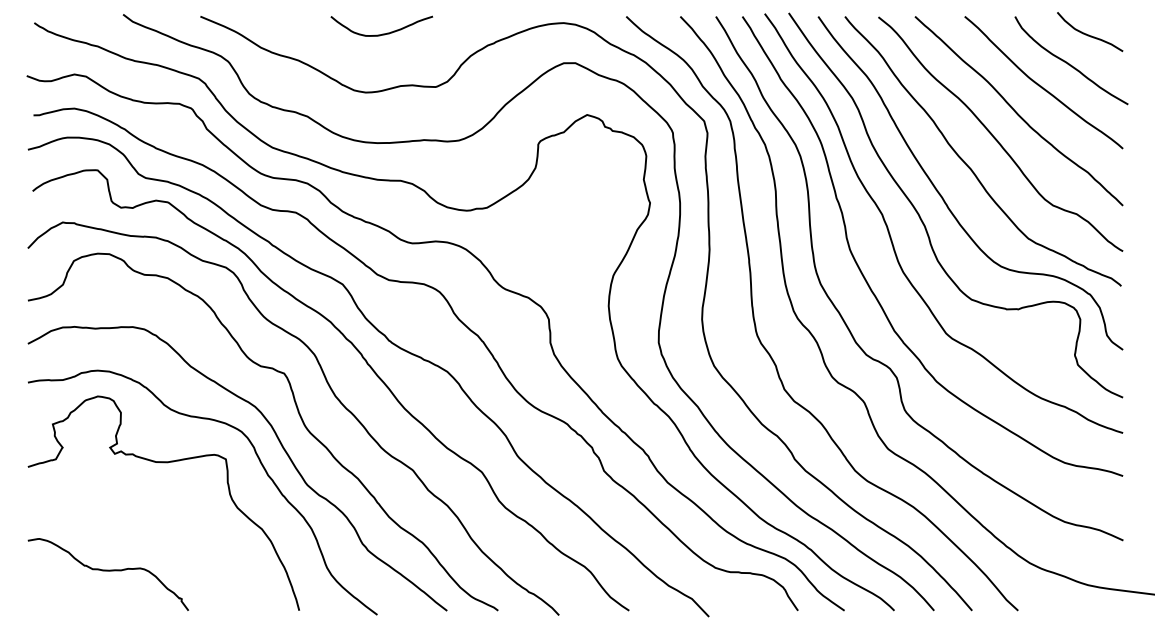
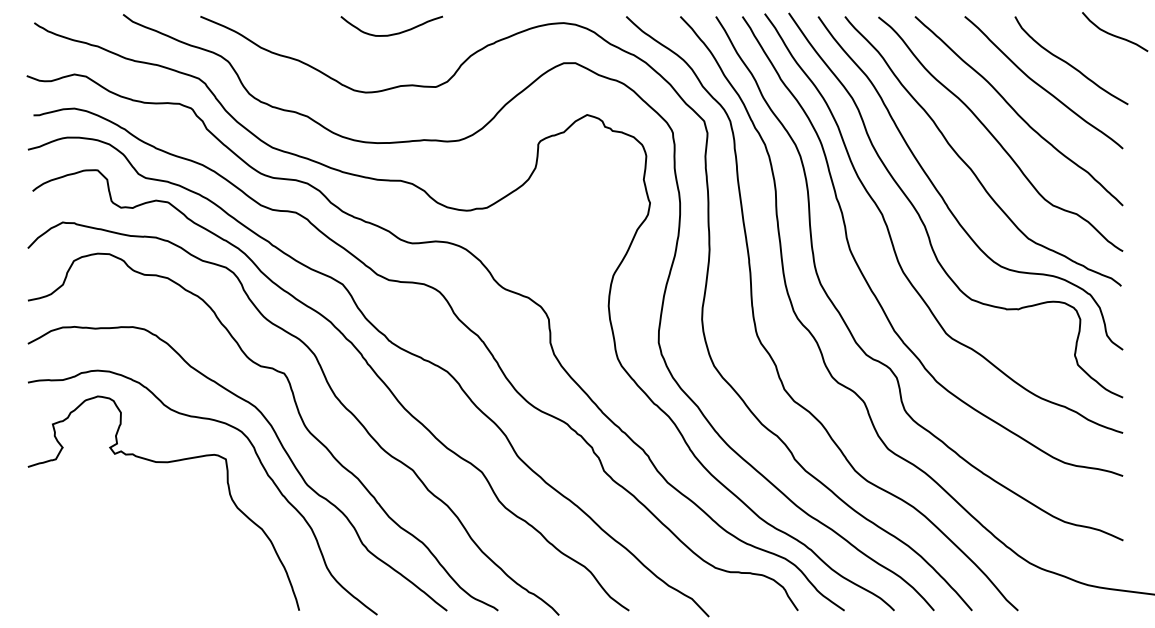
curve at (382, 33) position: (382, 33) -> (392, 33)
curve at (1089, 34) position: (1089, 34) -> (1114, 34)
curve at (107, 571): present -> none
